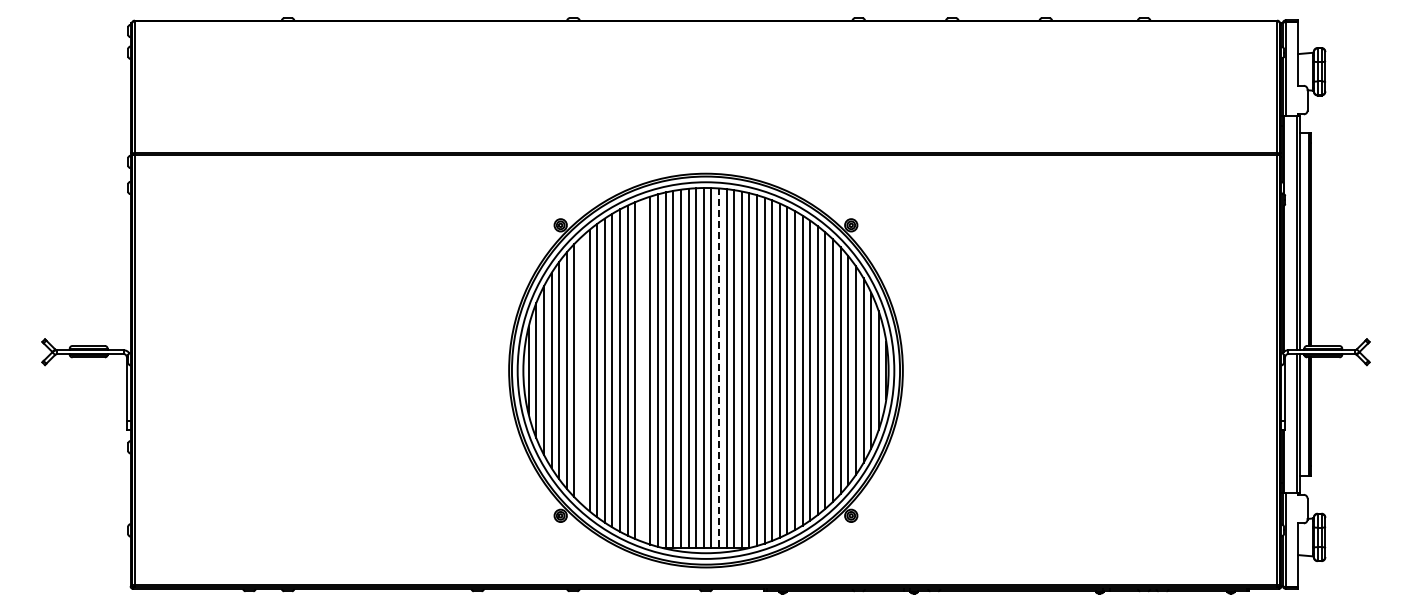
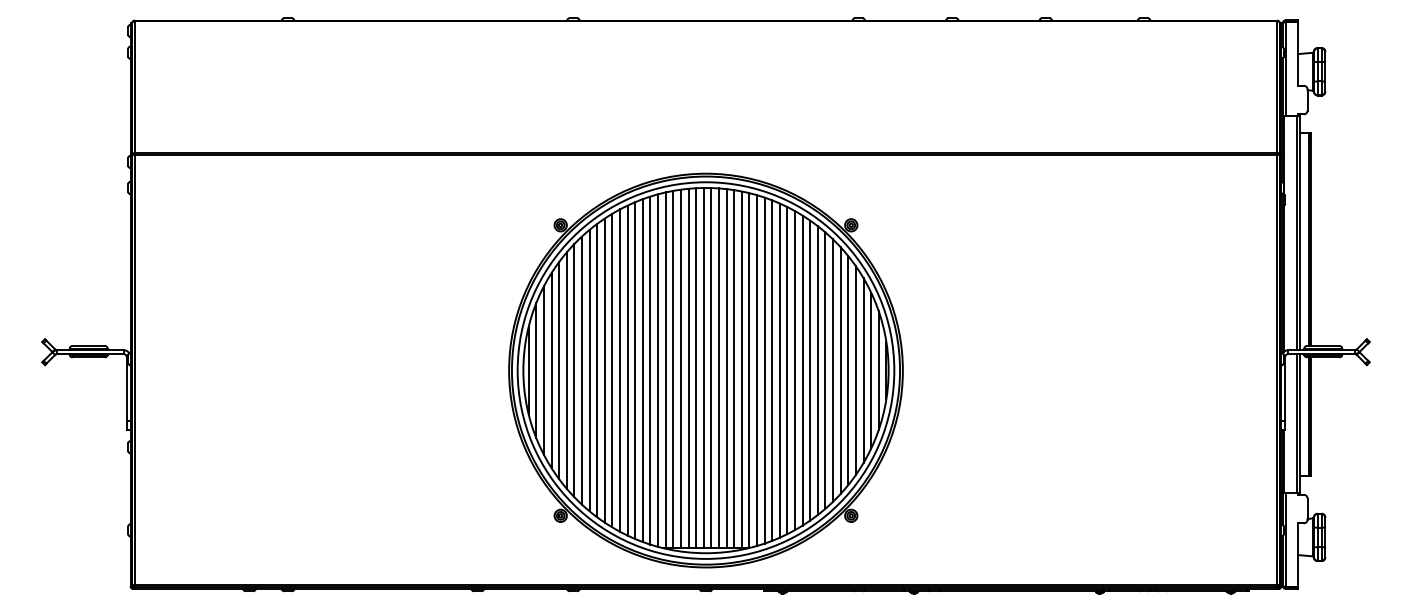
line at (718, 368): dashed -> solid
line at (581, 370): none -> present
line at (642, 370): none -> present
